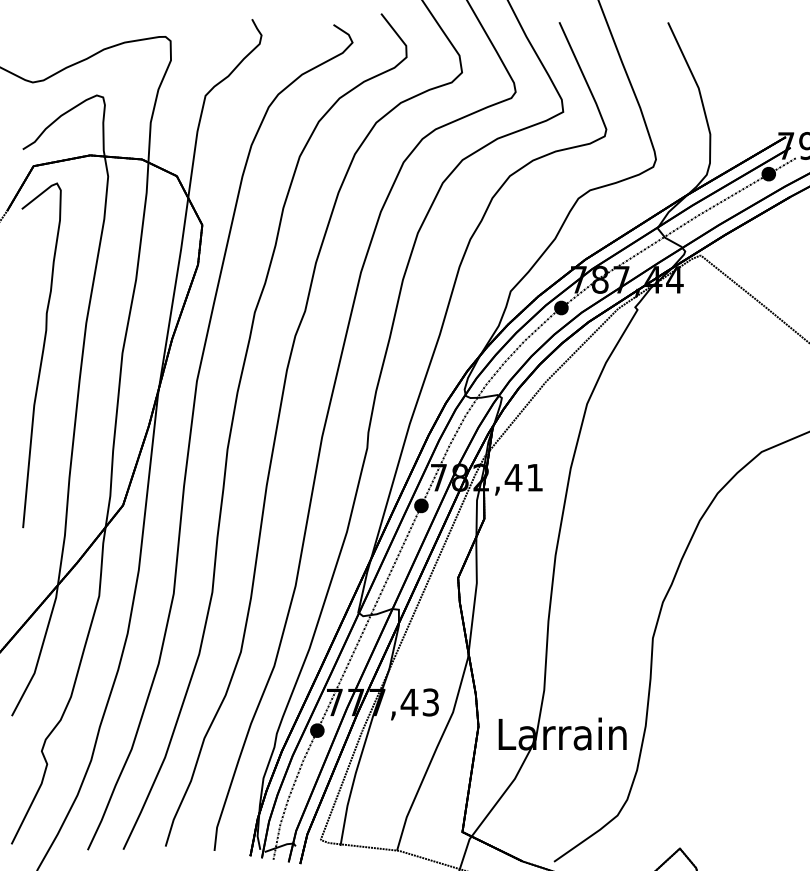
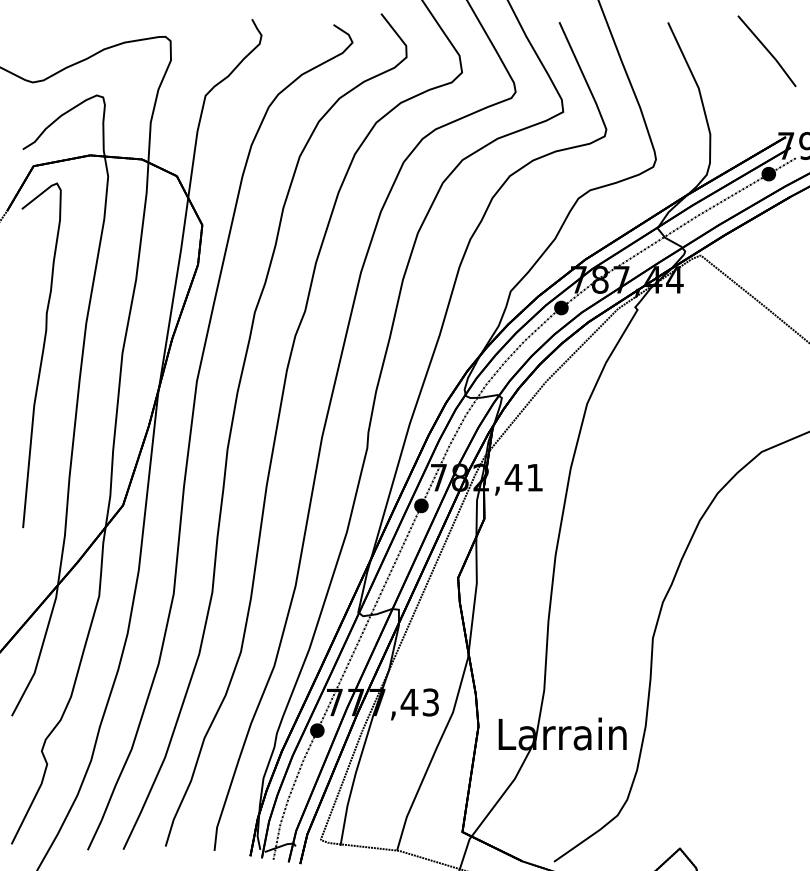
part at (766, 51): none -> present
